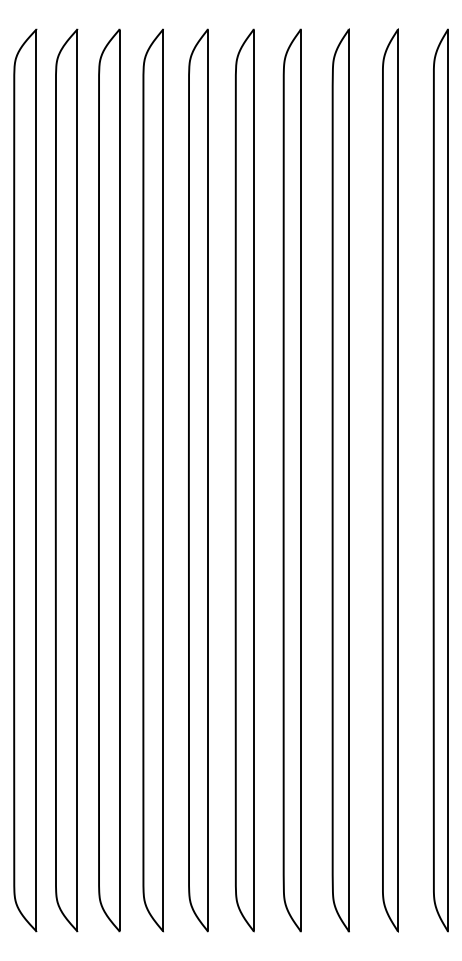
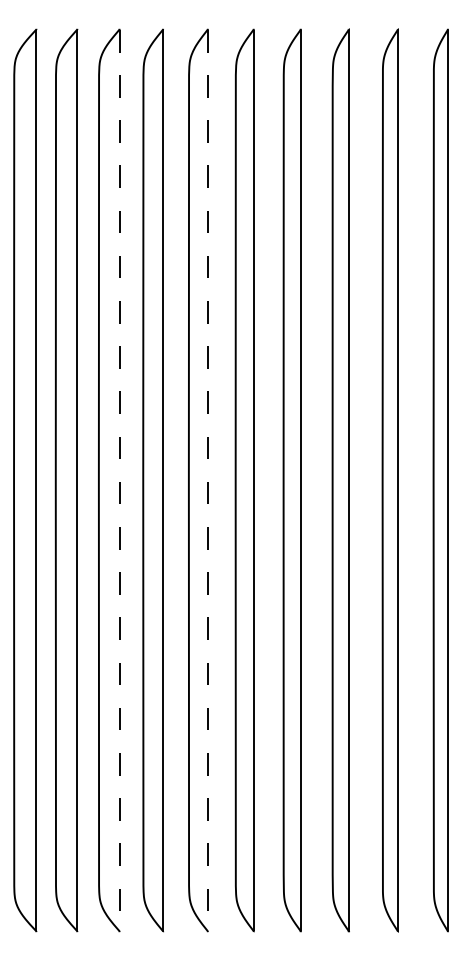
line at (119, 480): solid -> dashed
line at (207, 480): solid -> dashed
